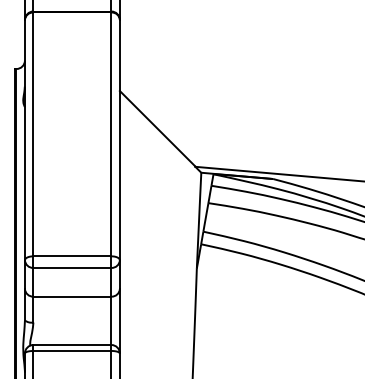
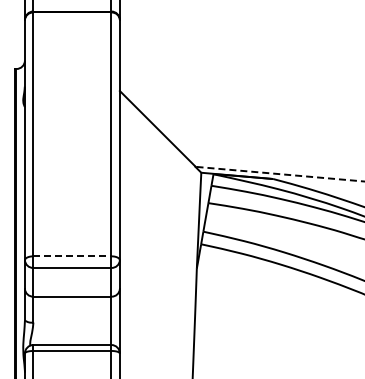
line at (279, 174): solid -> dashed
line at (72, 256): solid -> dashed
